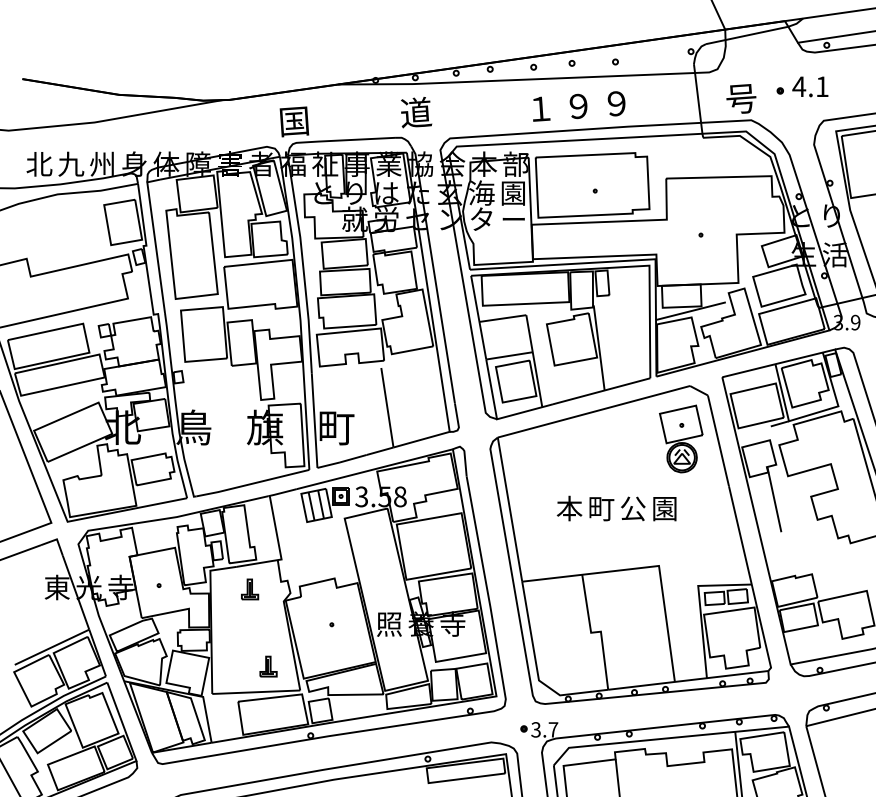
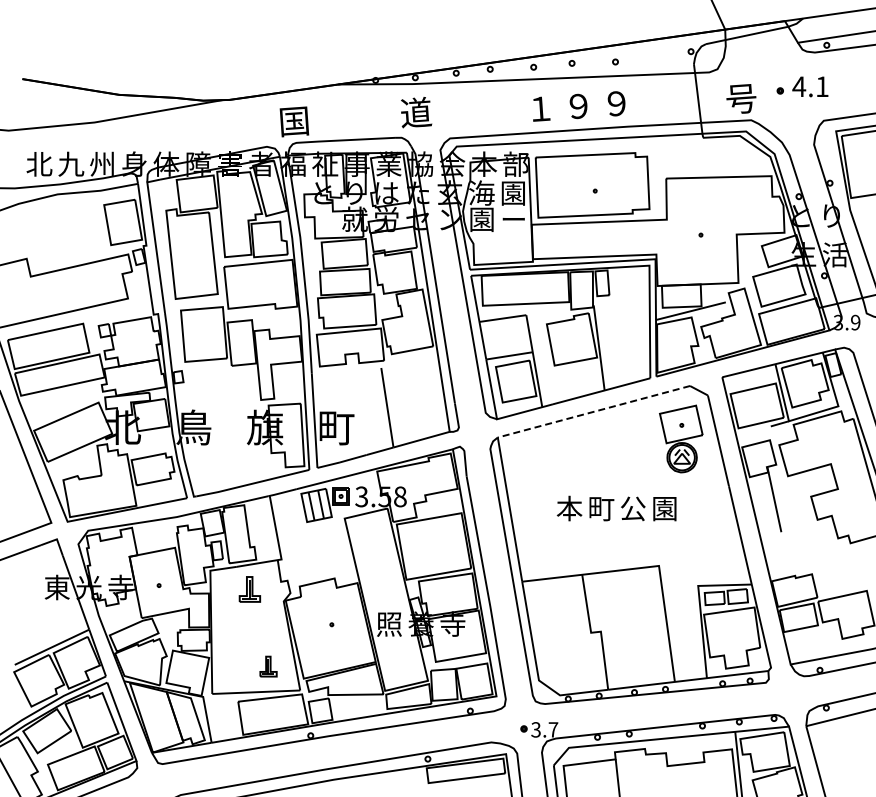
text at (481, 219): タ -> 園
line at (593, 411): solid -> dashed
part at (250, 589) size: 19x23 px -> 24x27 px
